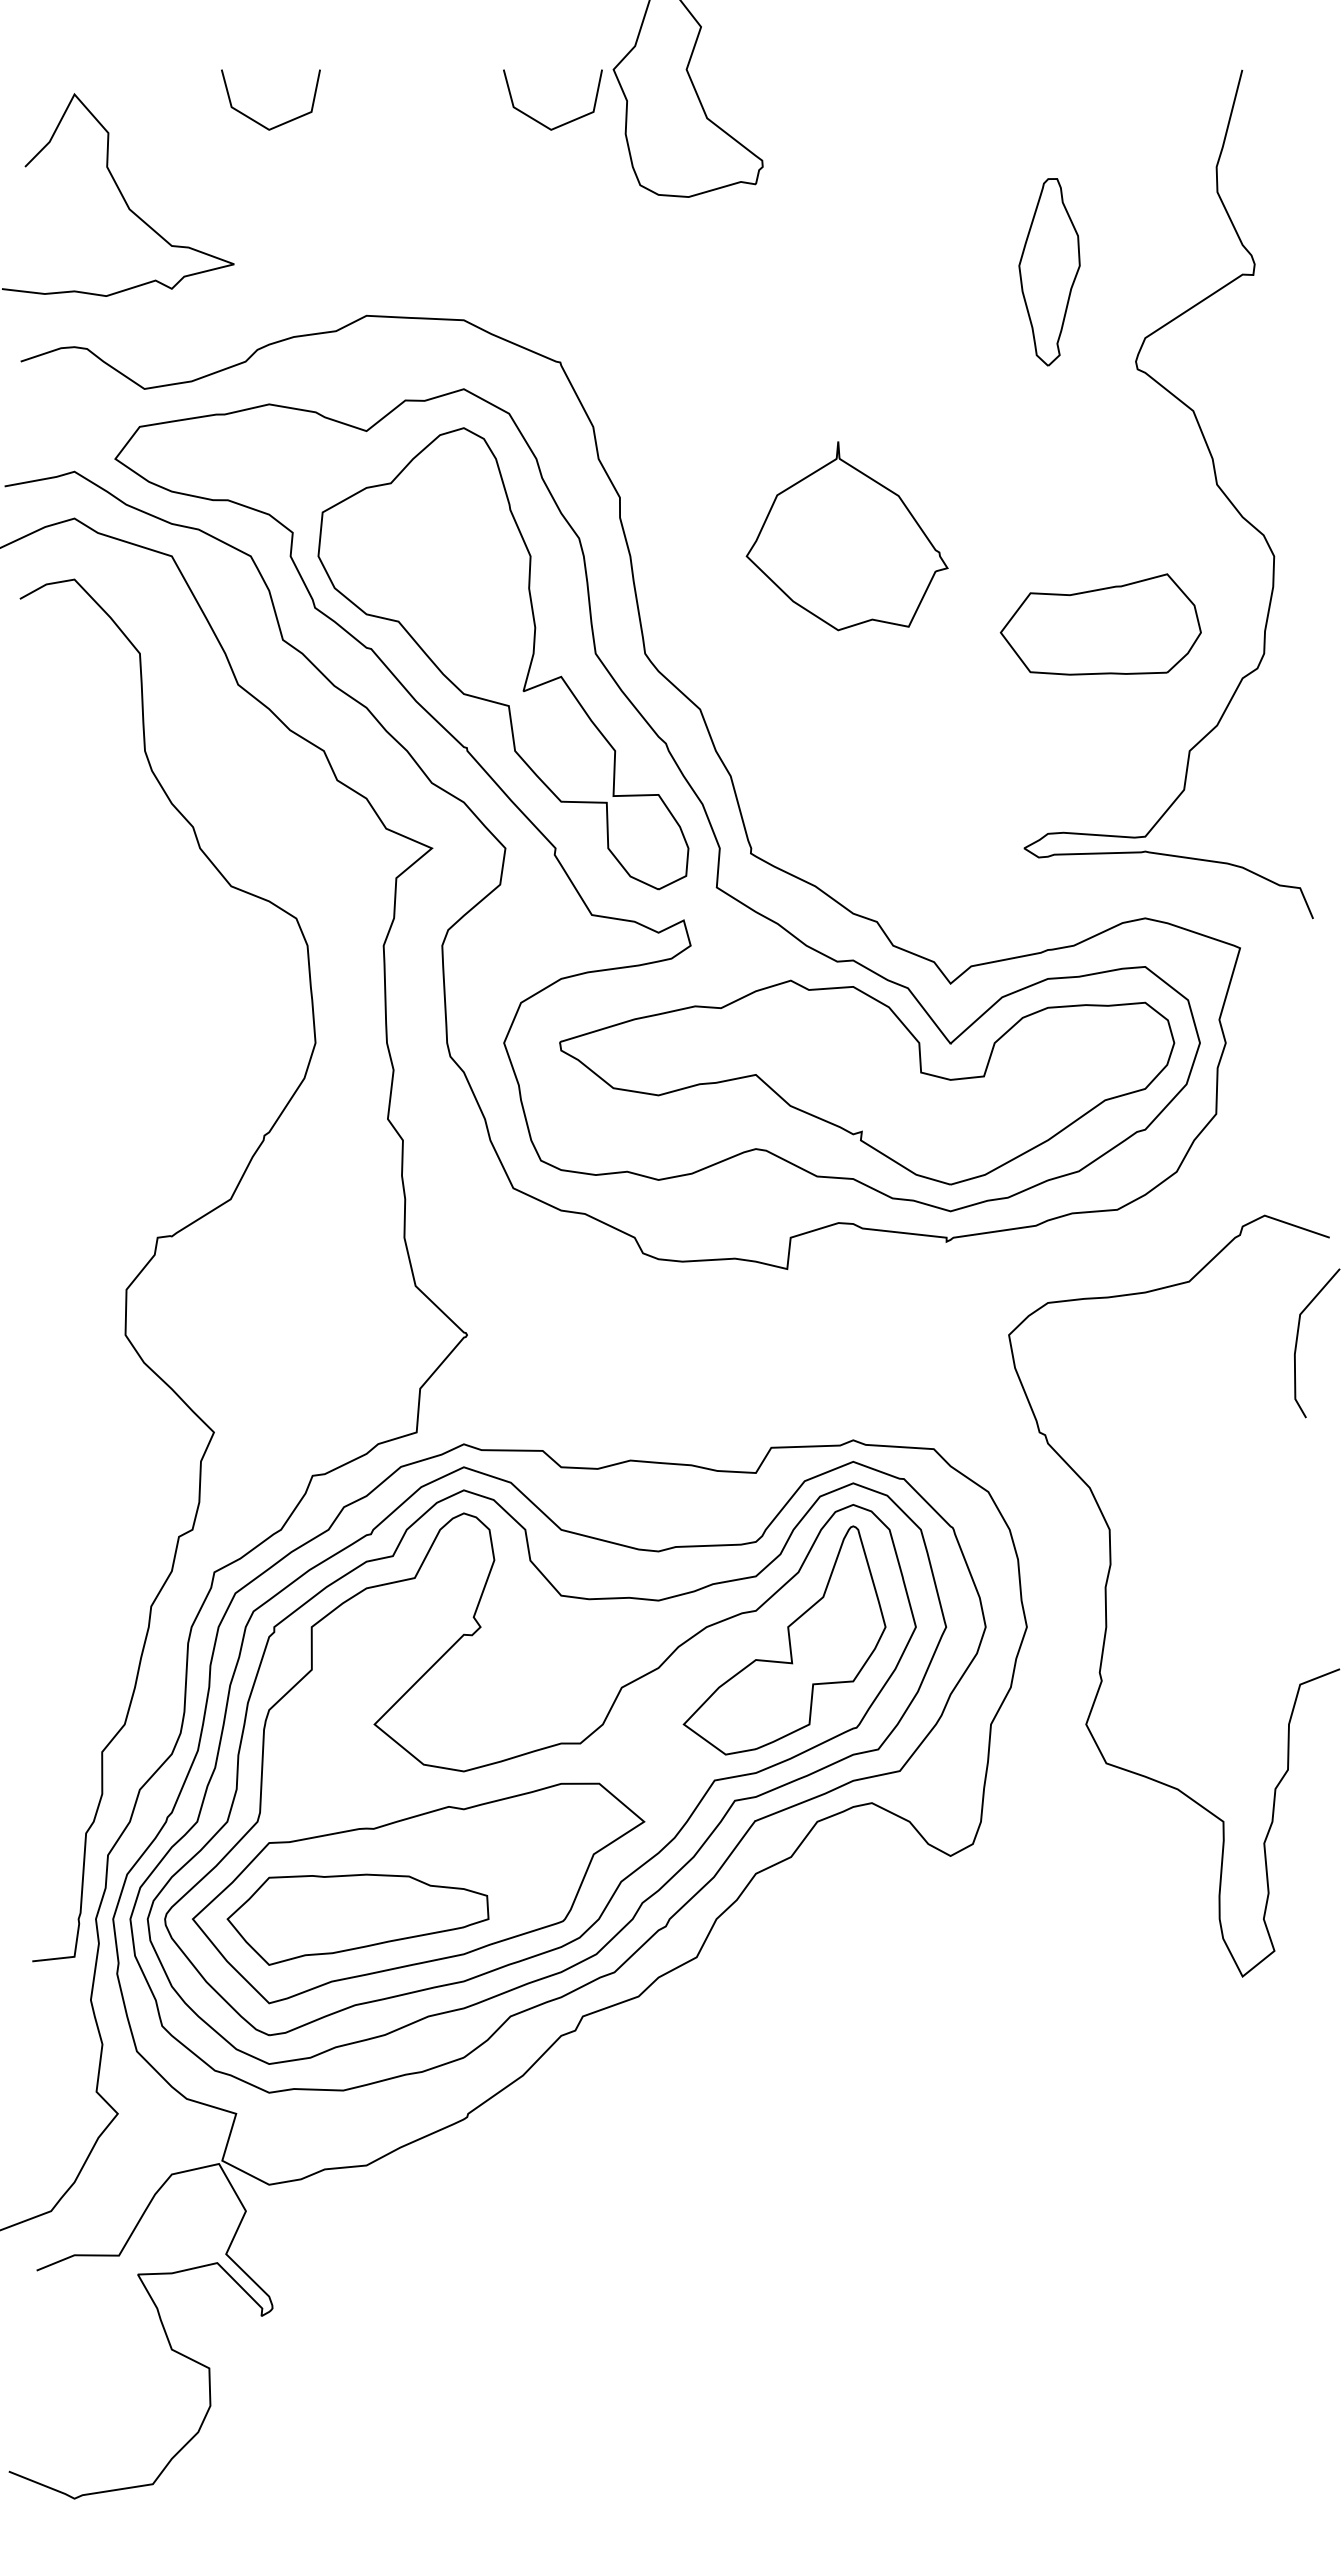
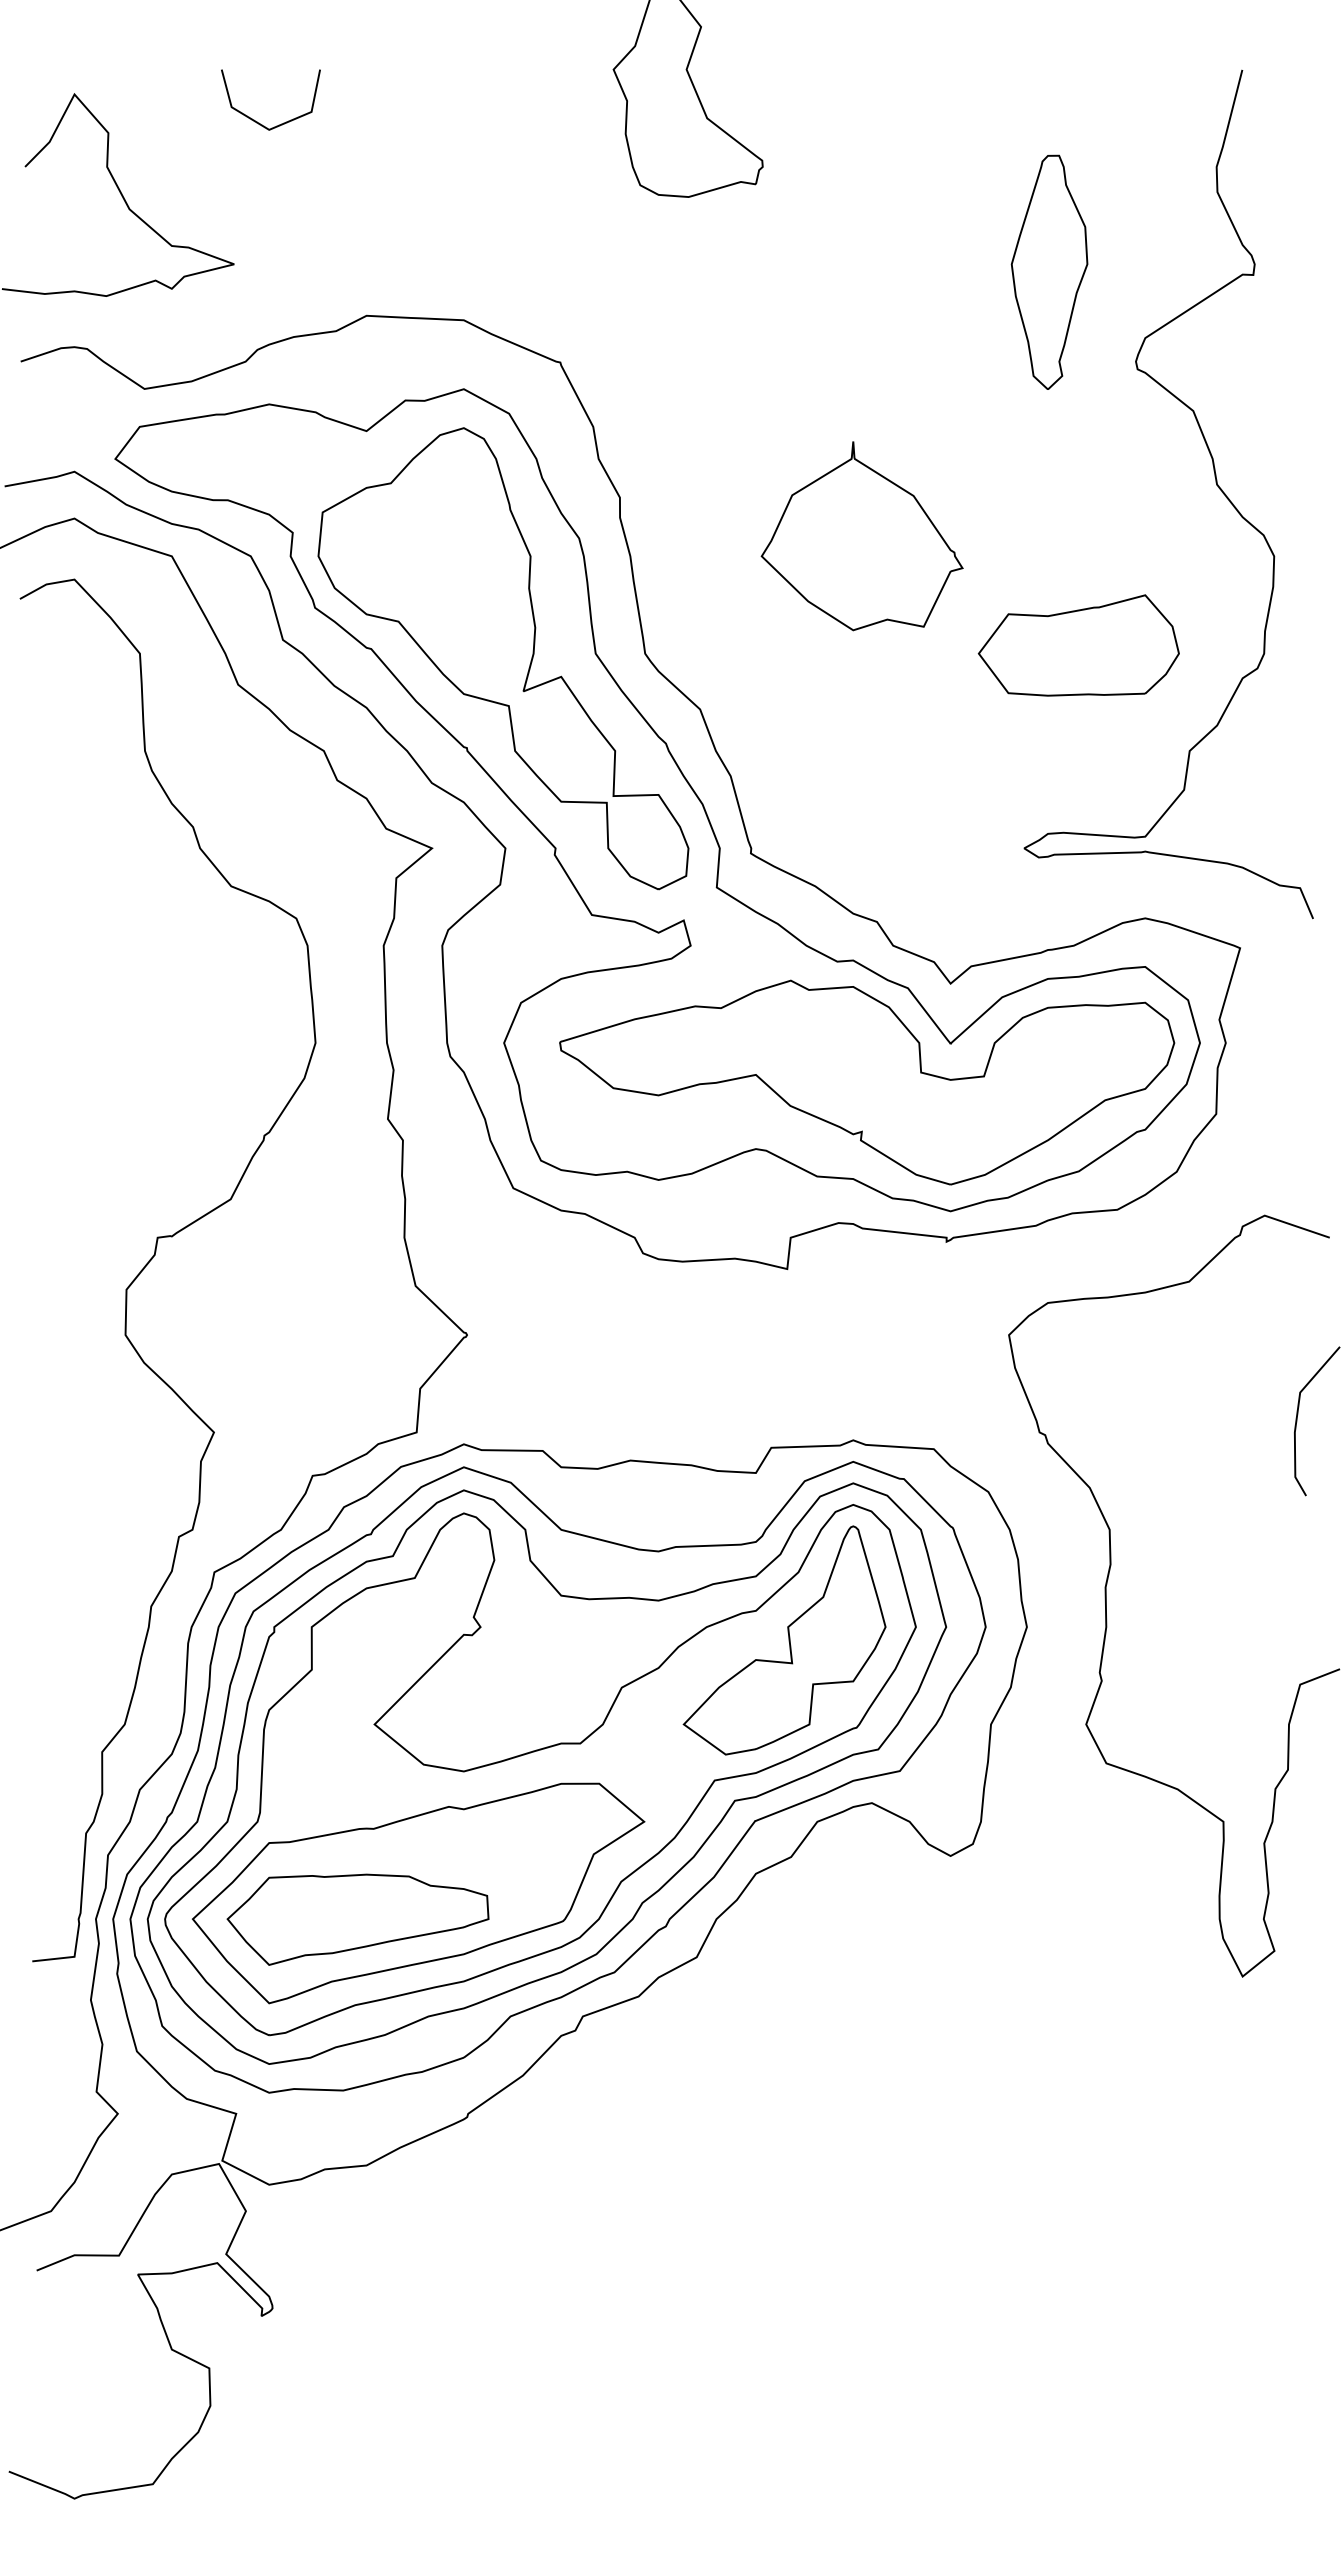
line at (541, 122): present -> none
part at (1049, 272) size: 63x189 px -> 79x236 px
part at (846, 536) position: (846, 536) -> (861, 536)
part at (1100, 624) position: (1100, 624) -> (1078, 645)
line at (1297, 1343) position: (1297, 1343) -> (1297, 1421)
